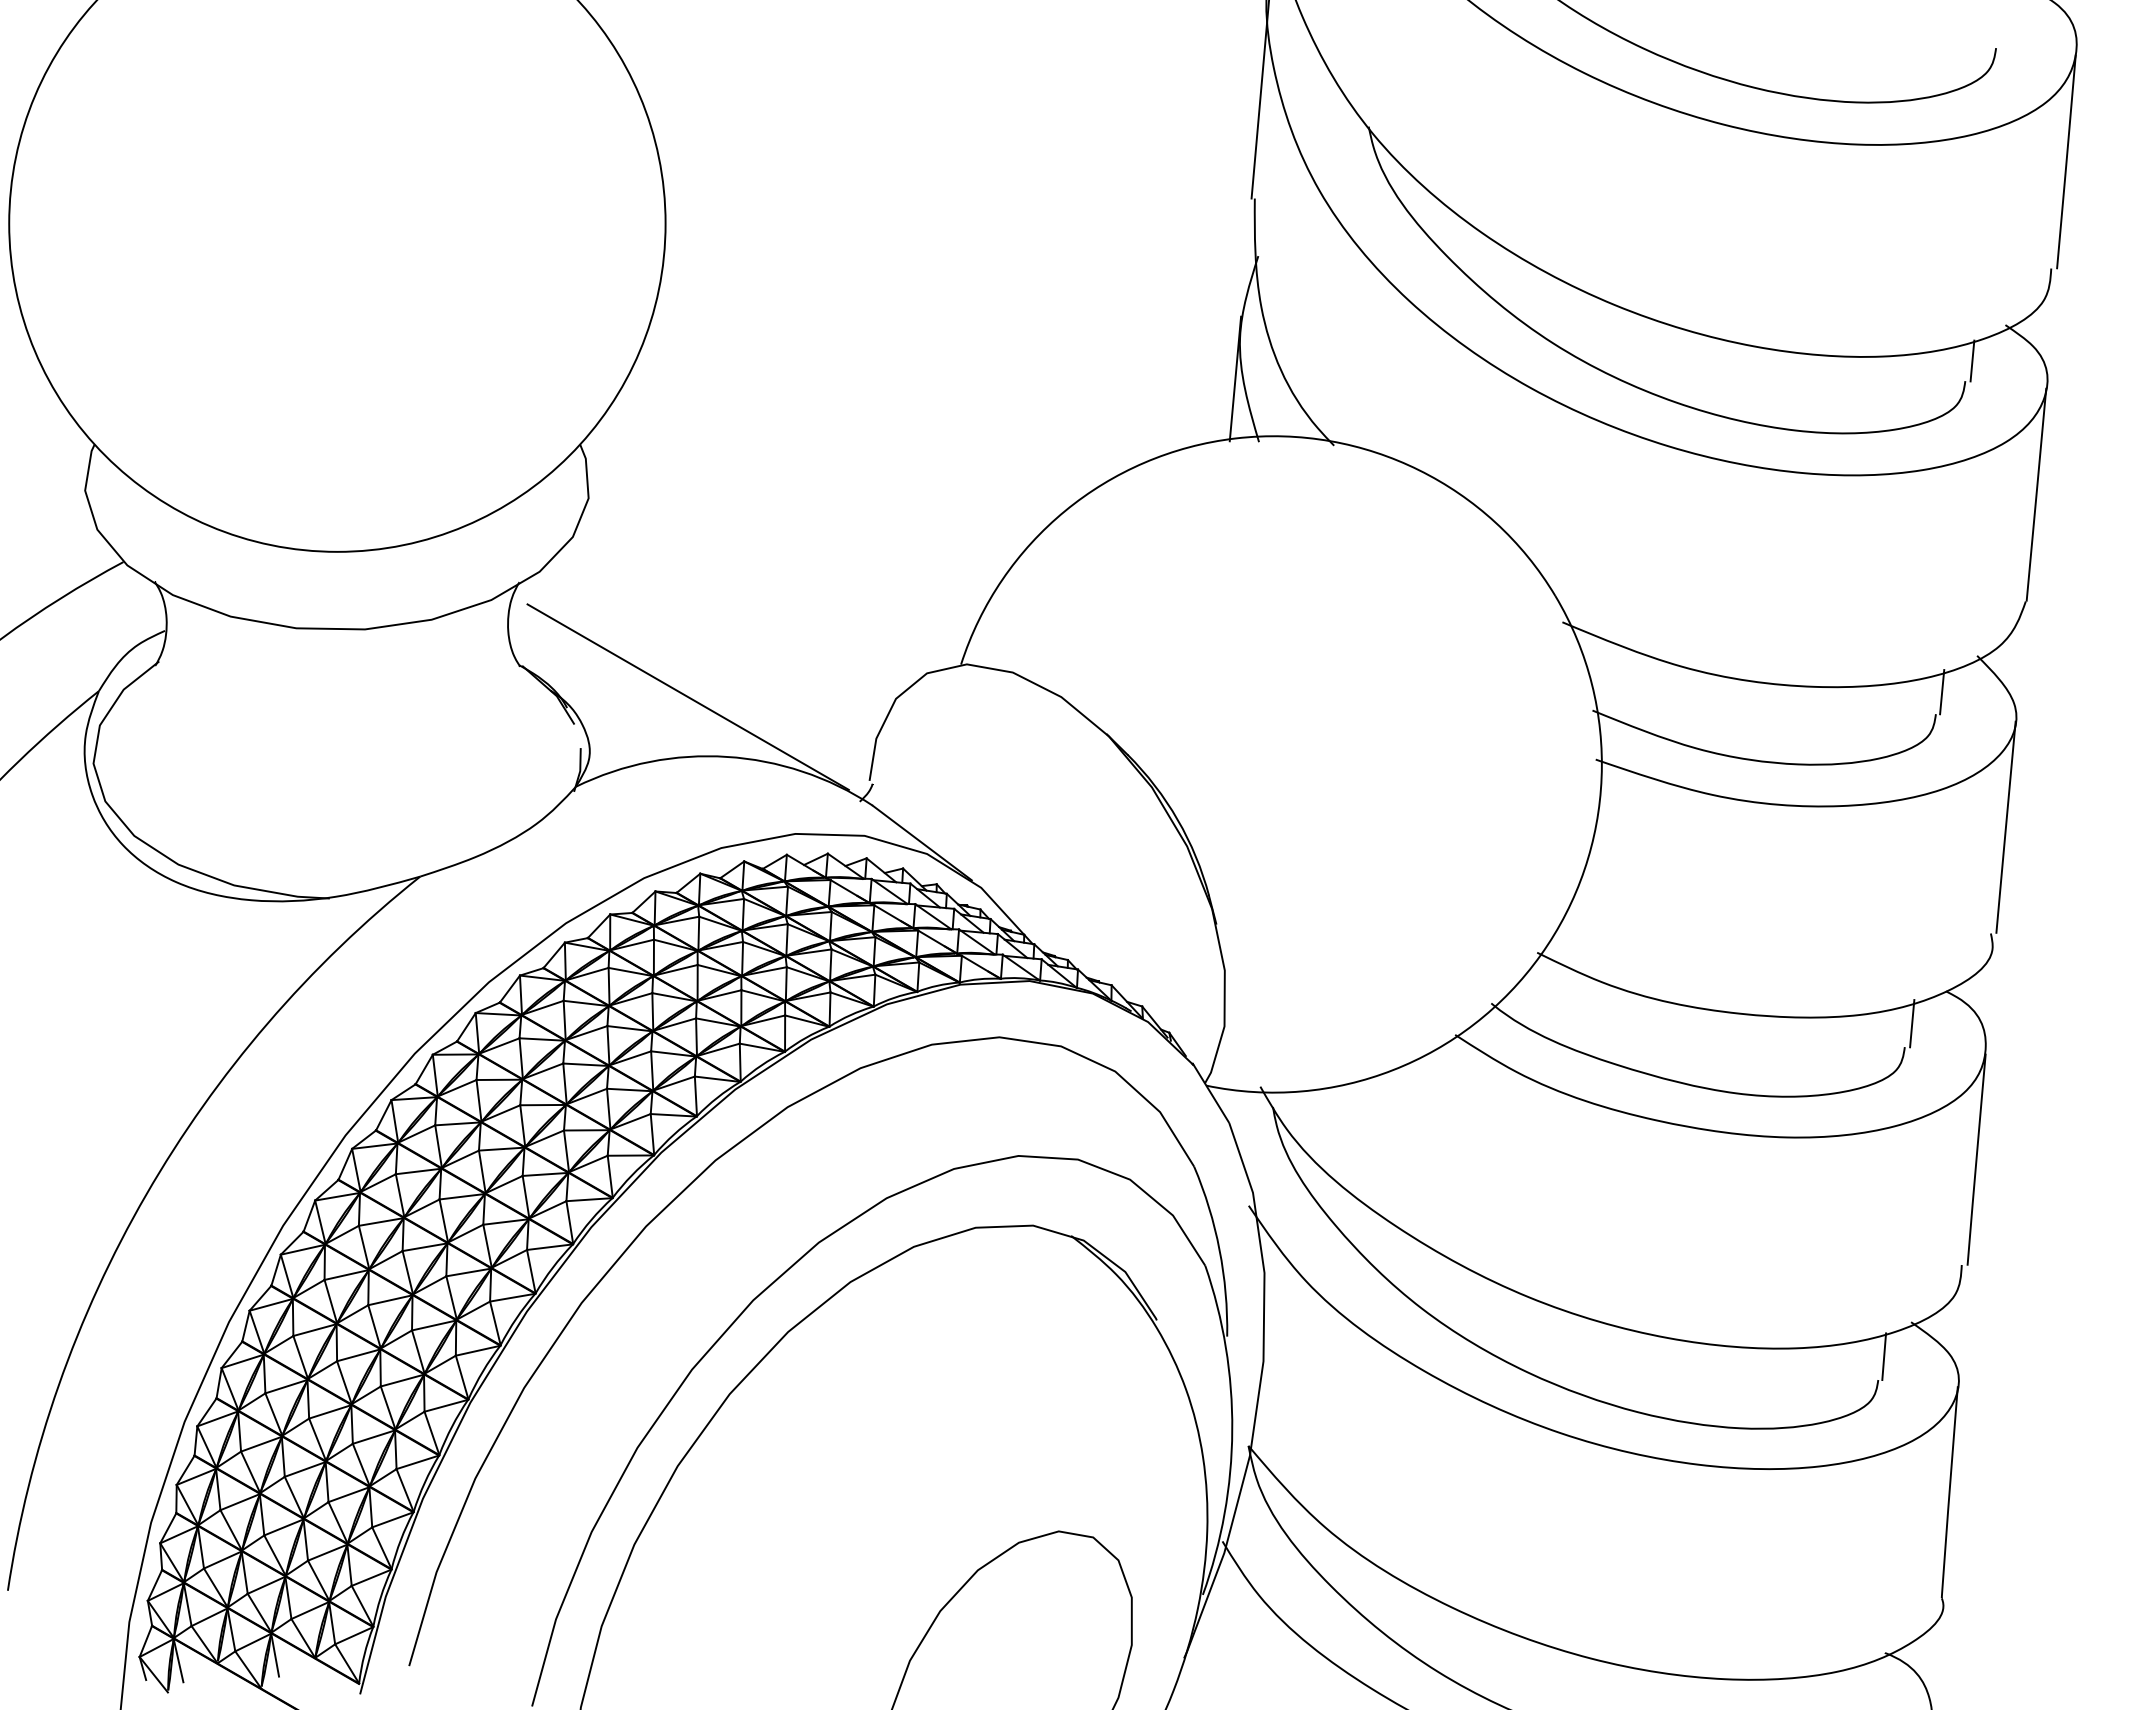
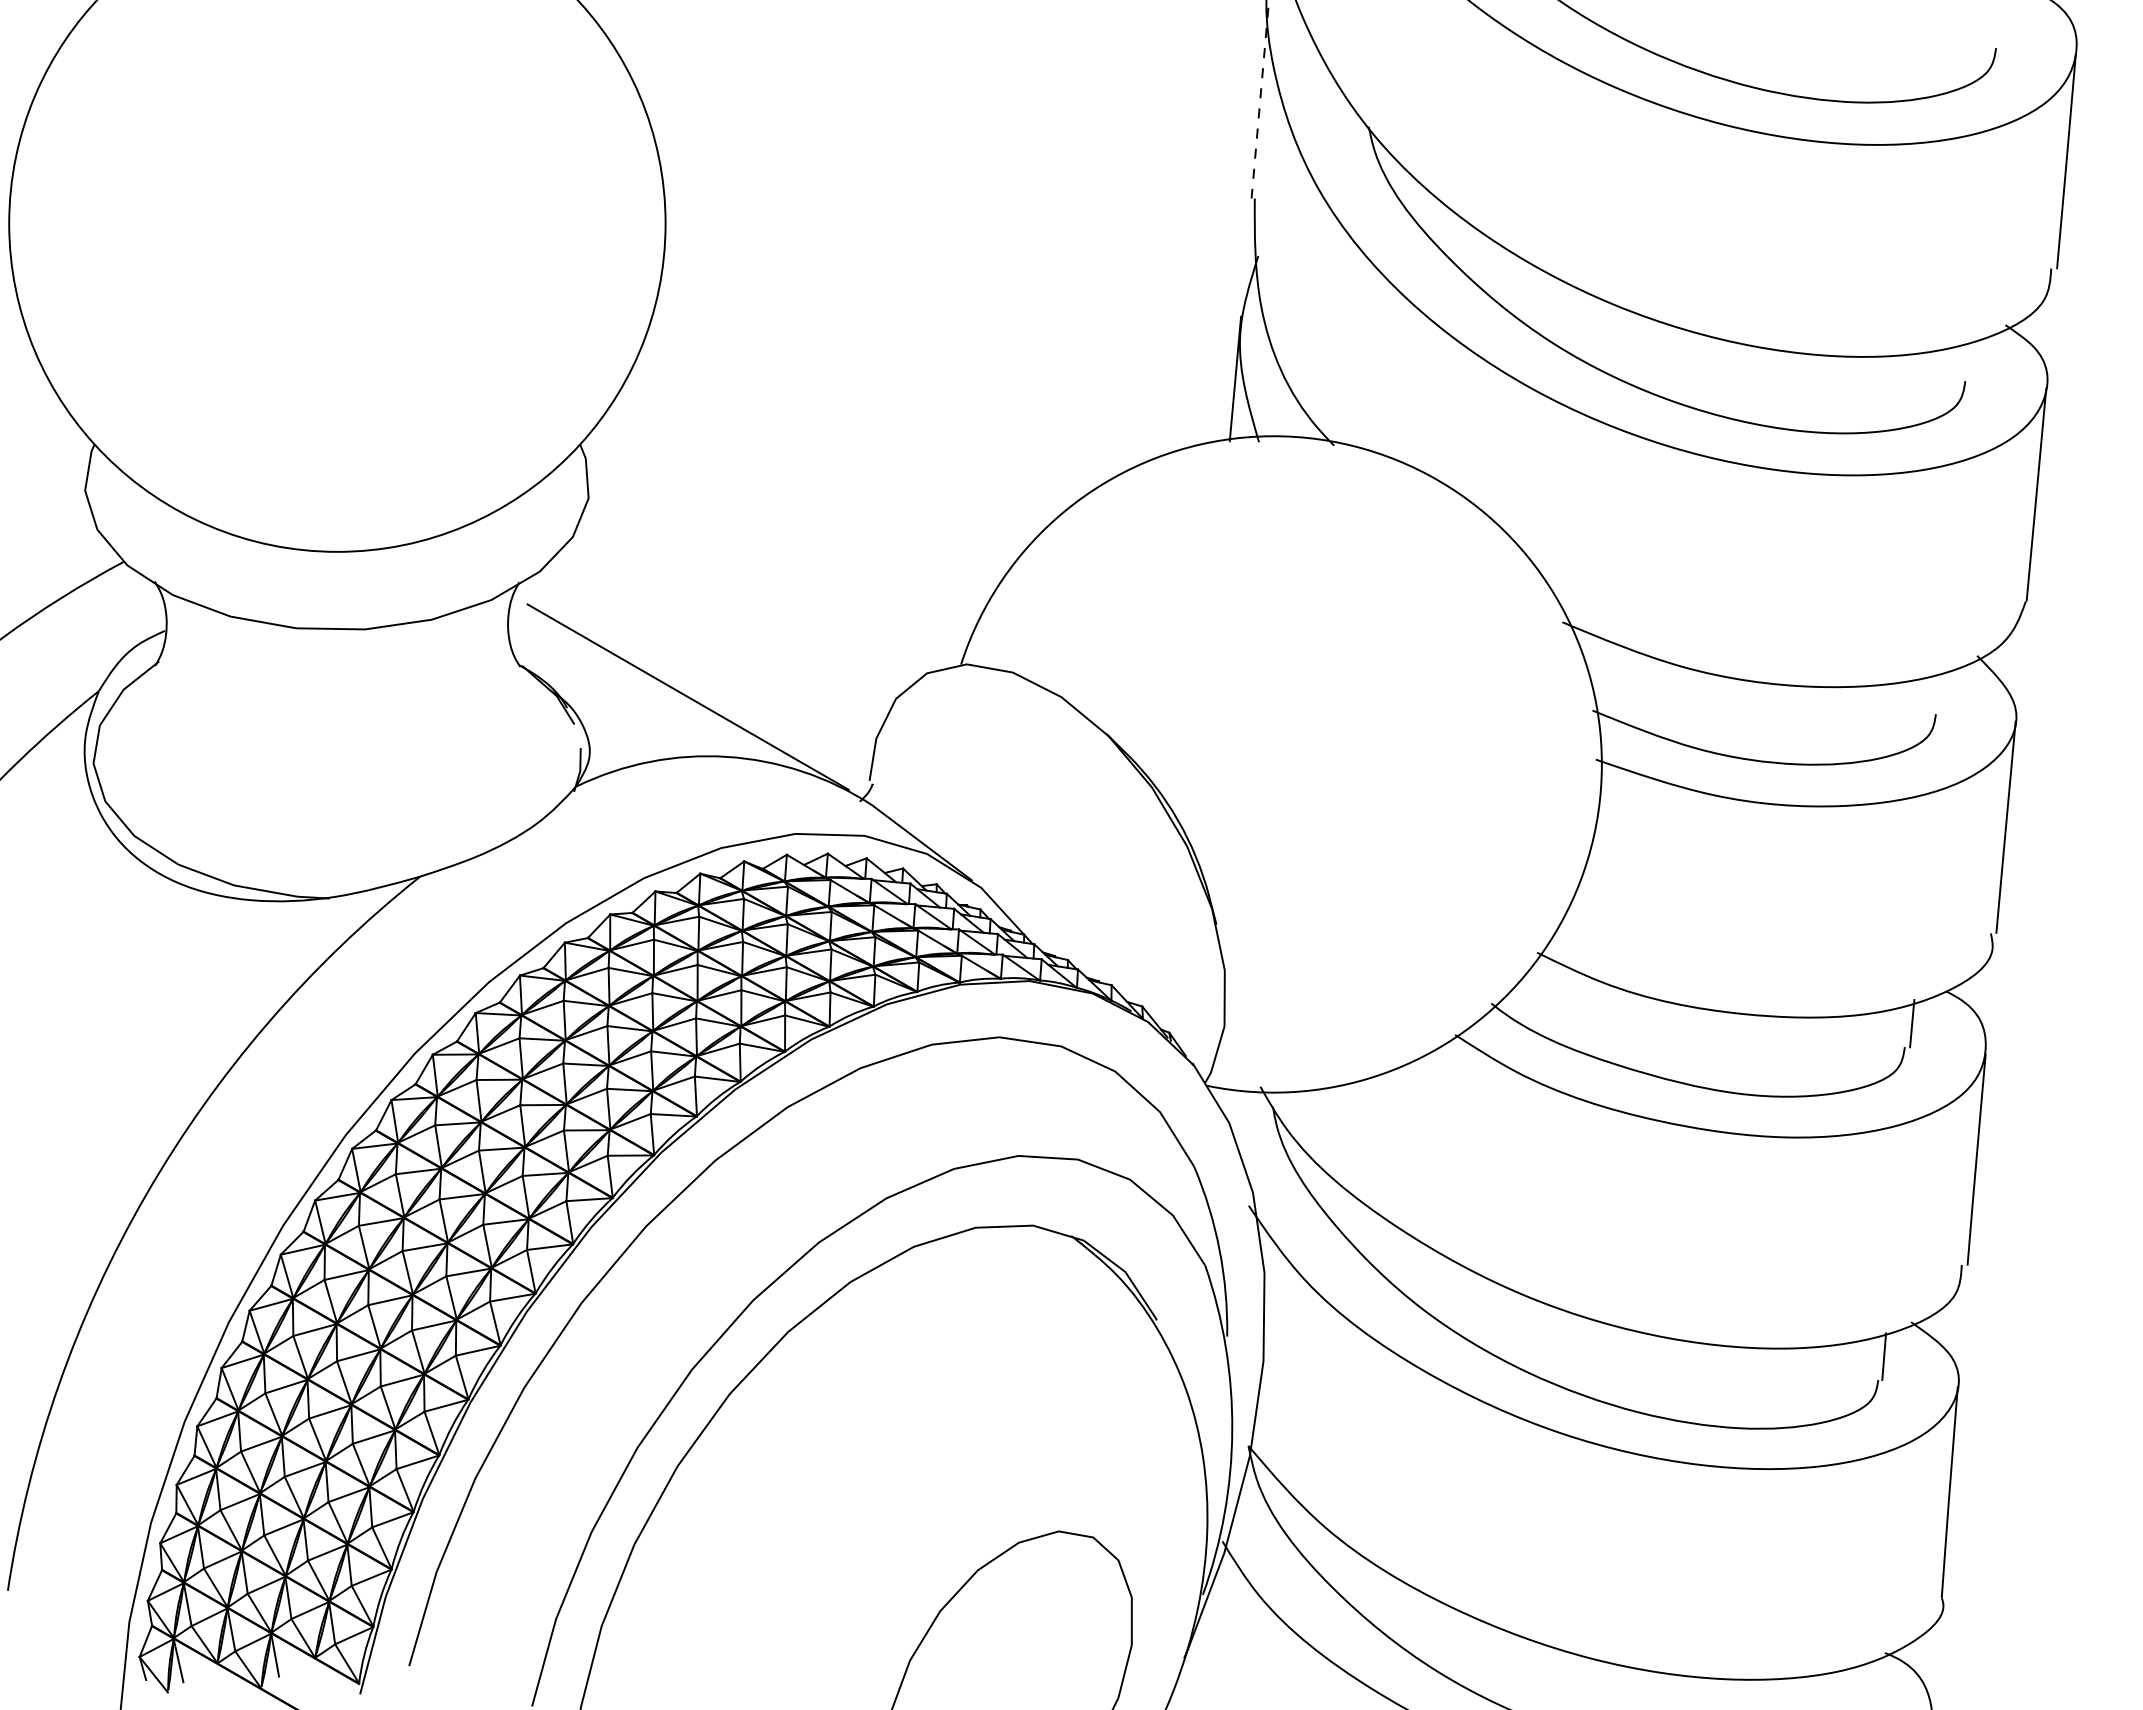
line at (1260, 100): solid -> dashed
line at (1972, 360): present -> none
line at (1942, 692): present -> none
